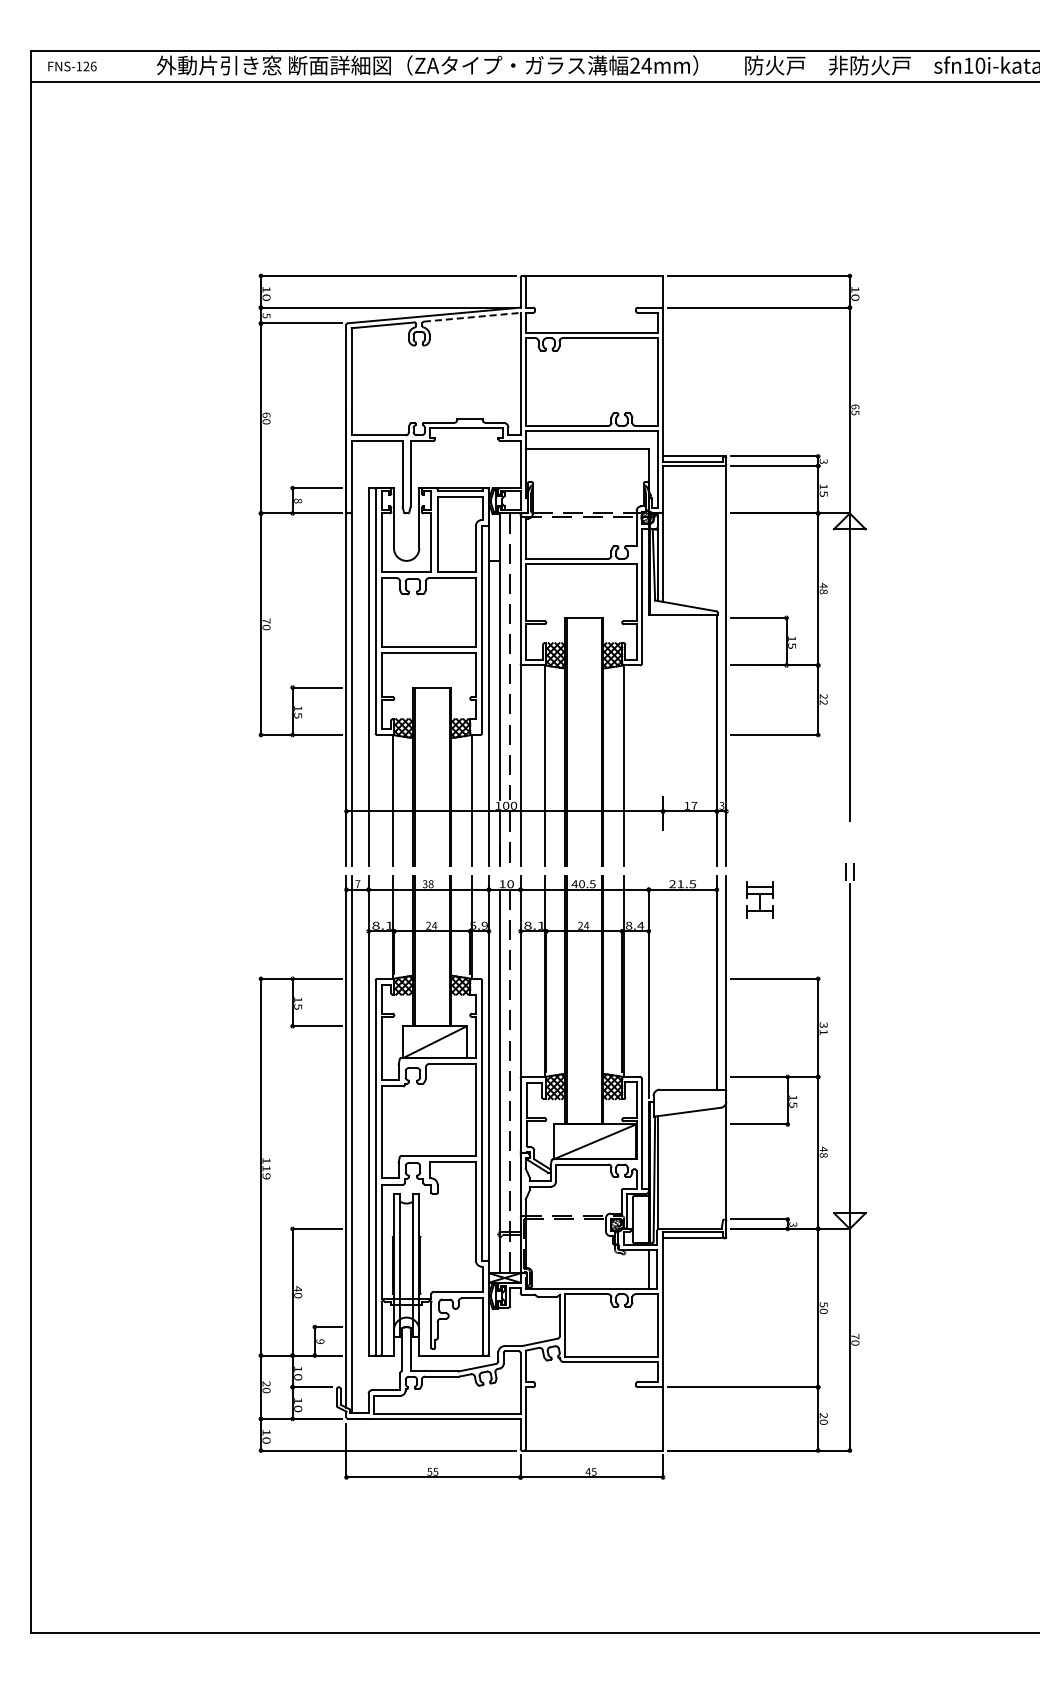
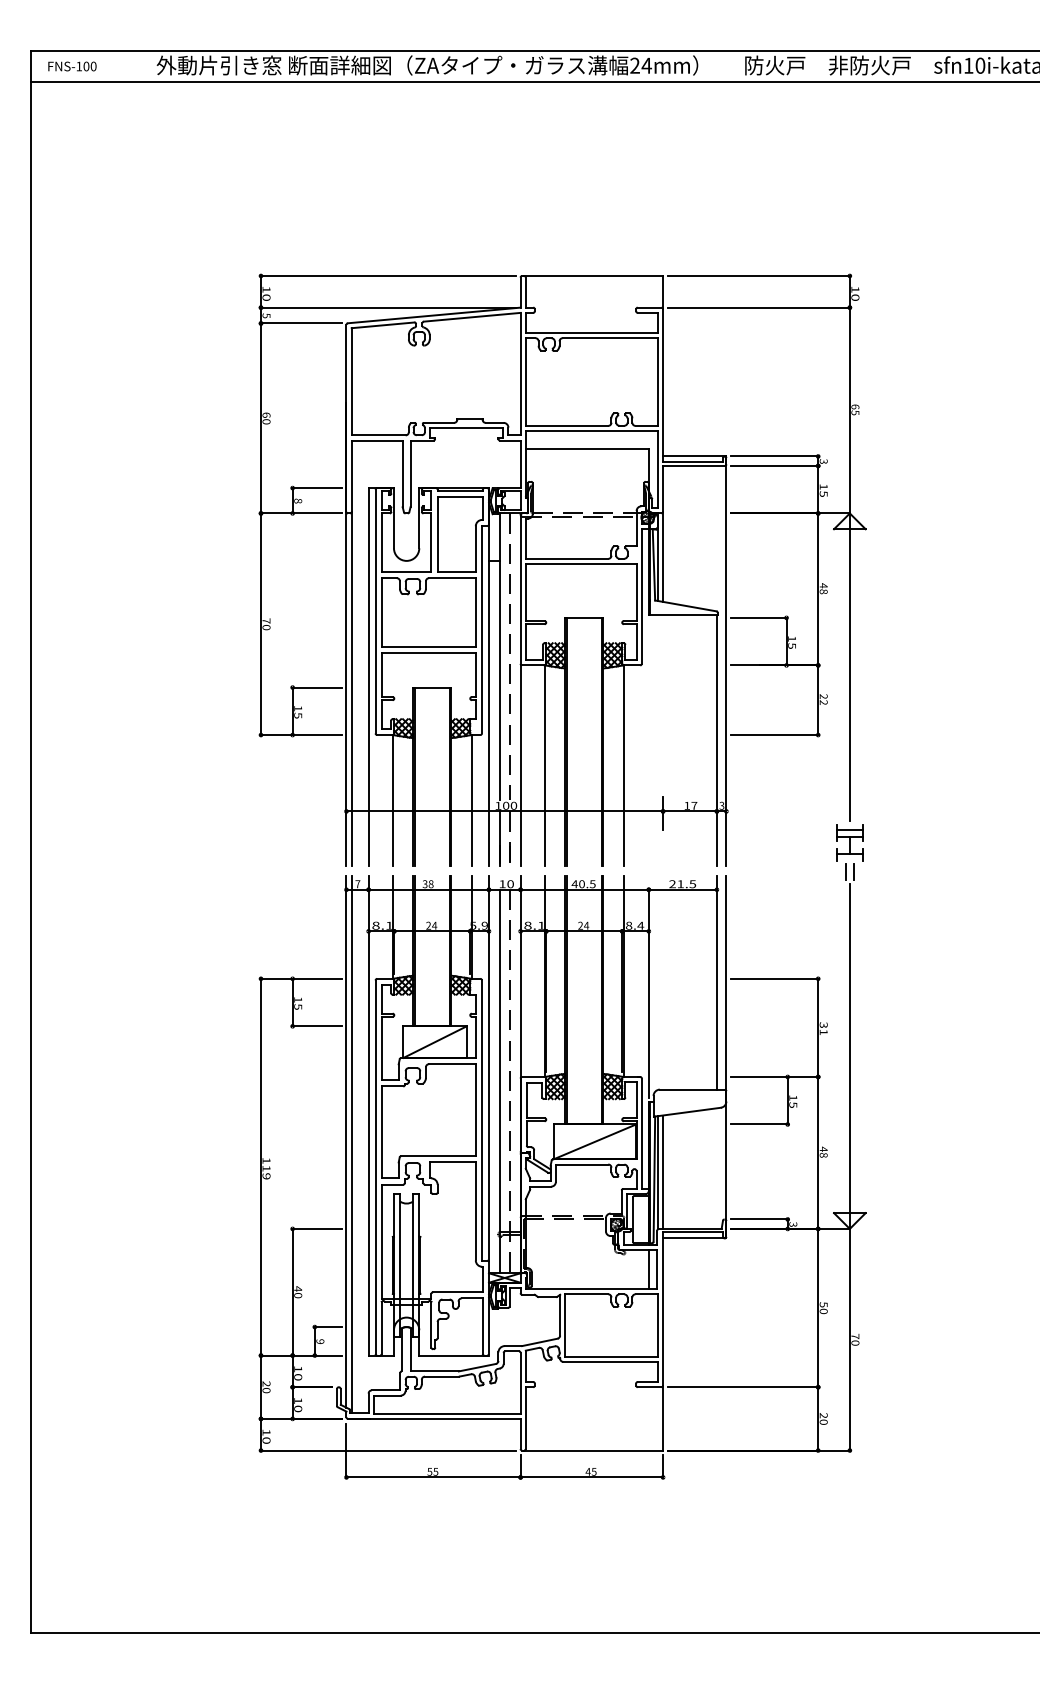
text at (89, 66): FNS-126 -> FNS-100
line at (472, 317): dashed -> solid
part at (759, 899) position: (759, 899) -> (849, 842)
line at (663, 1171): none -> present
